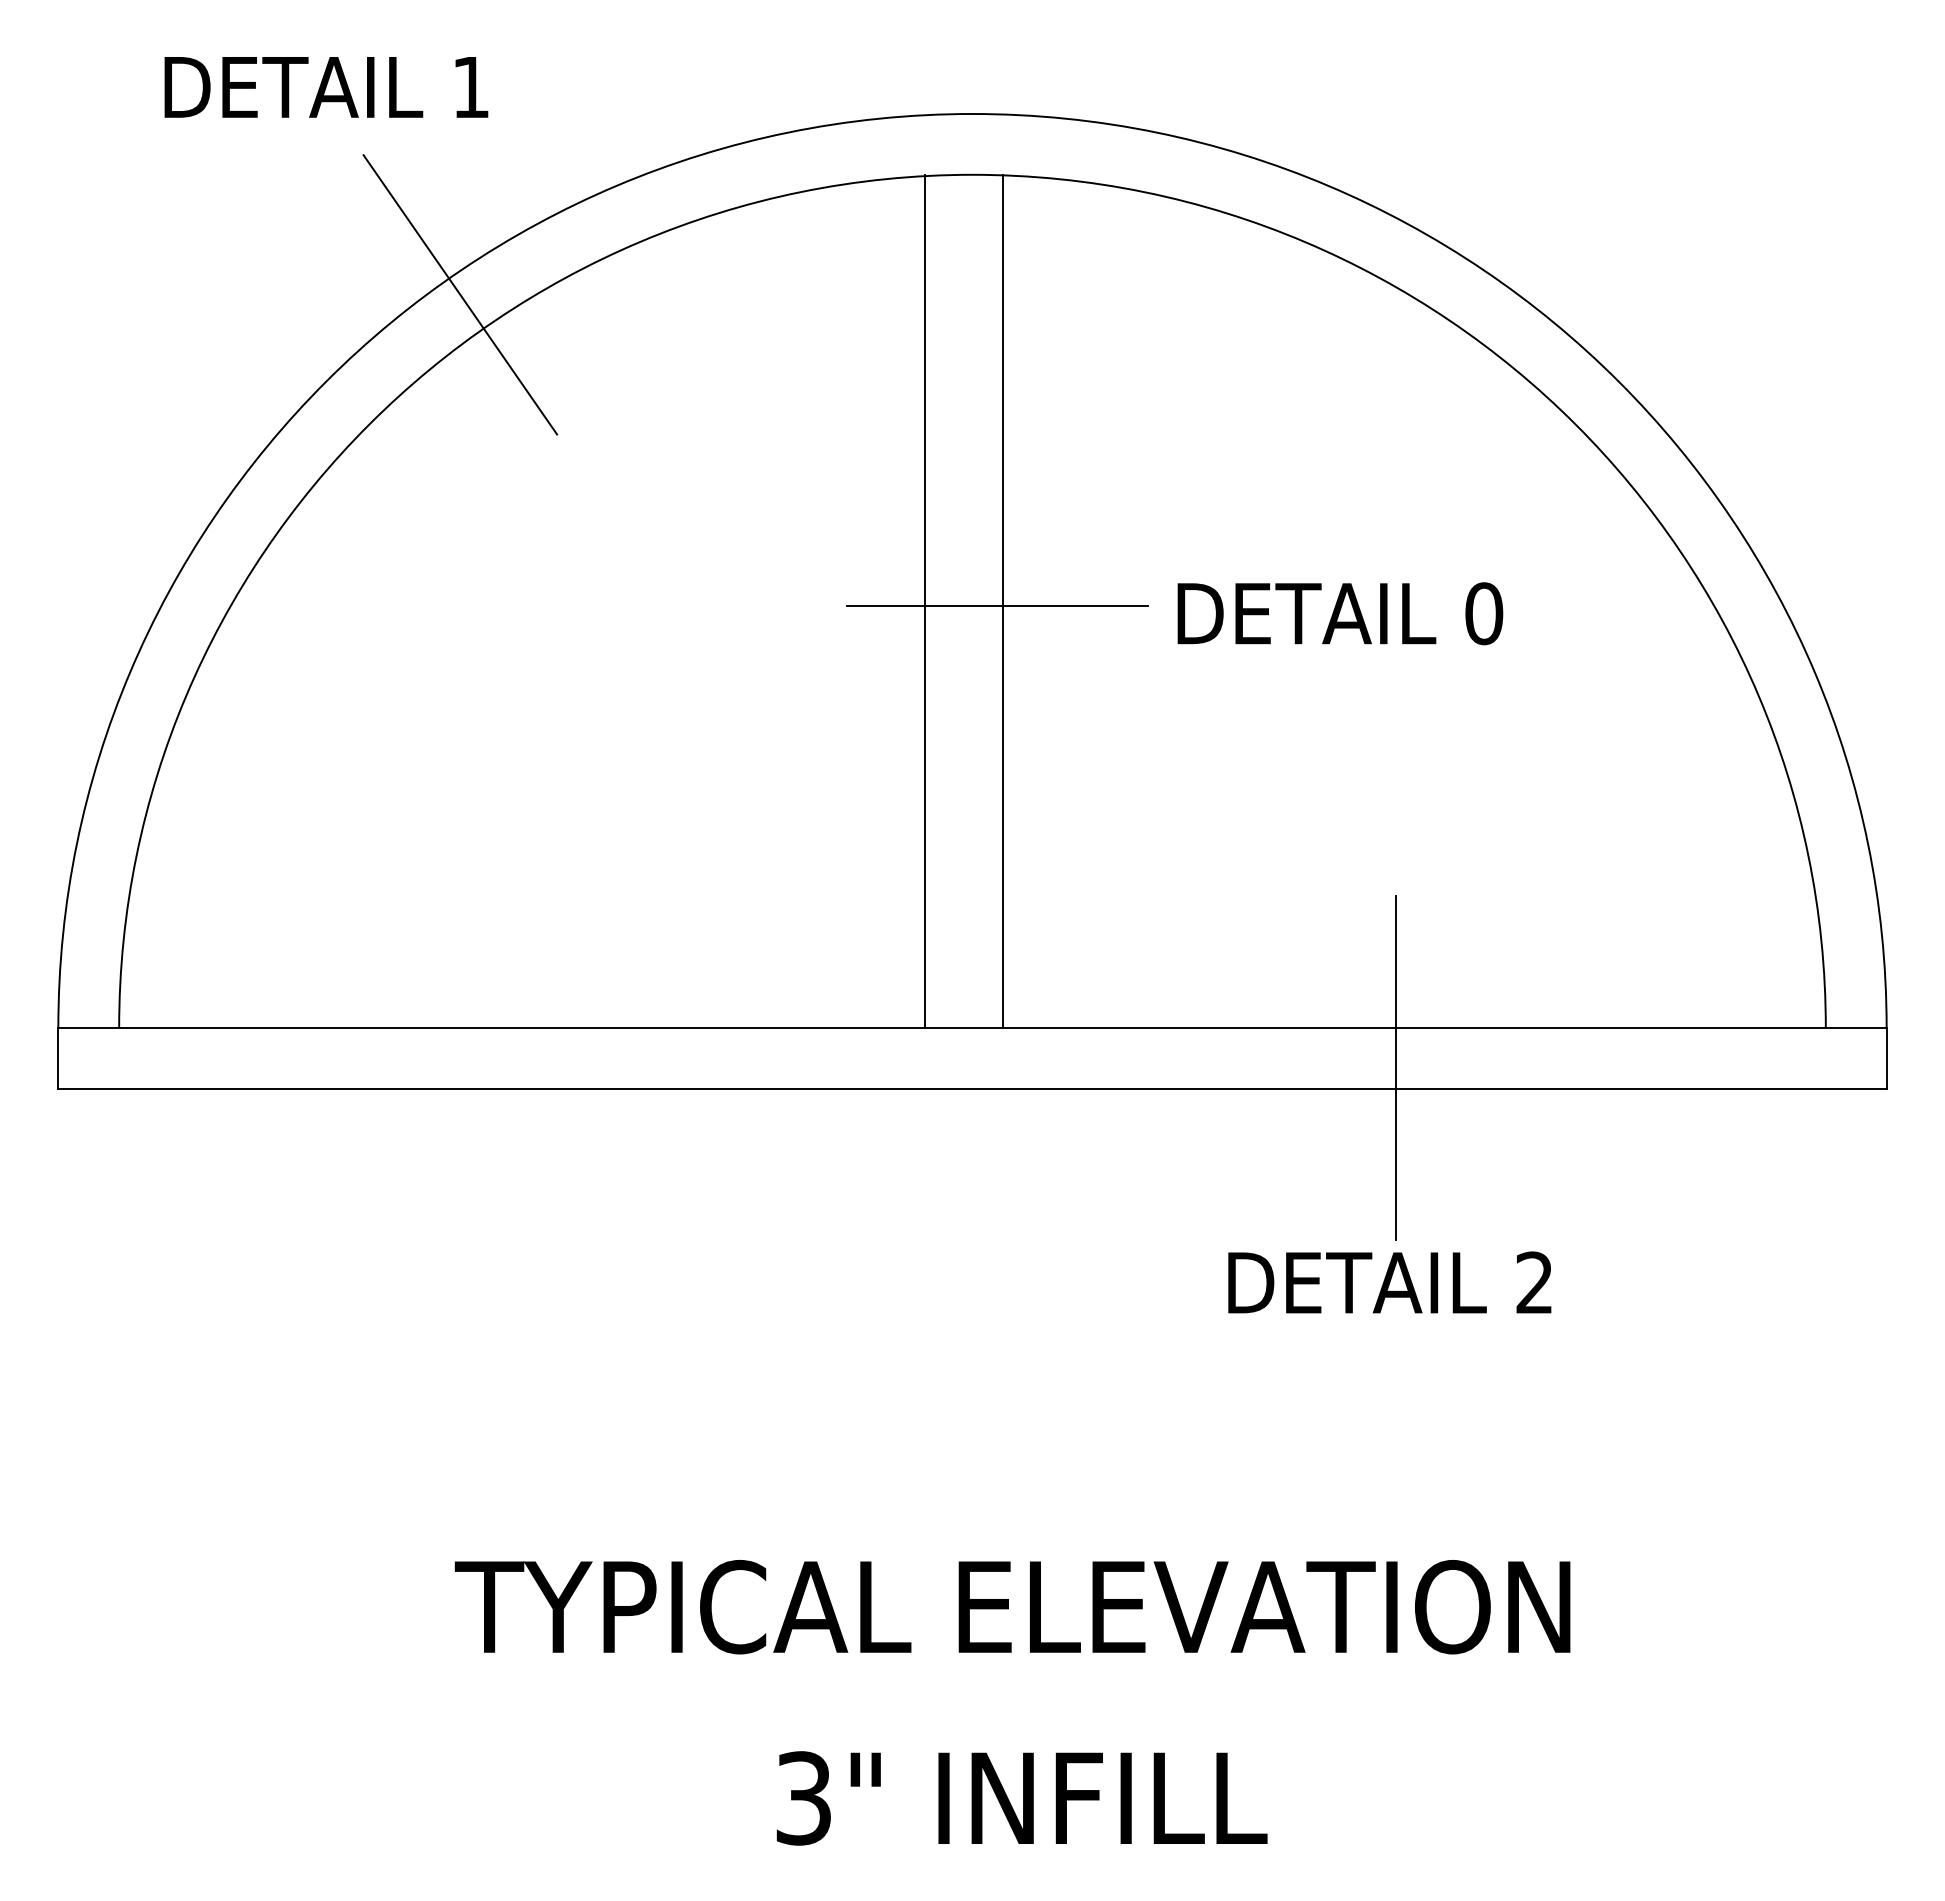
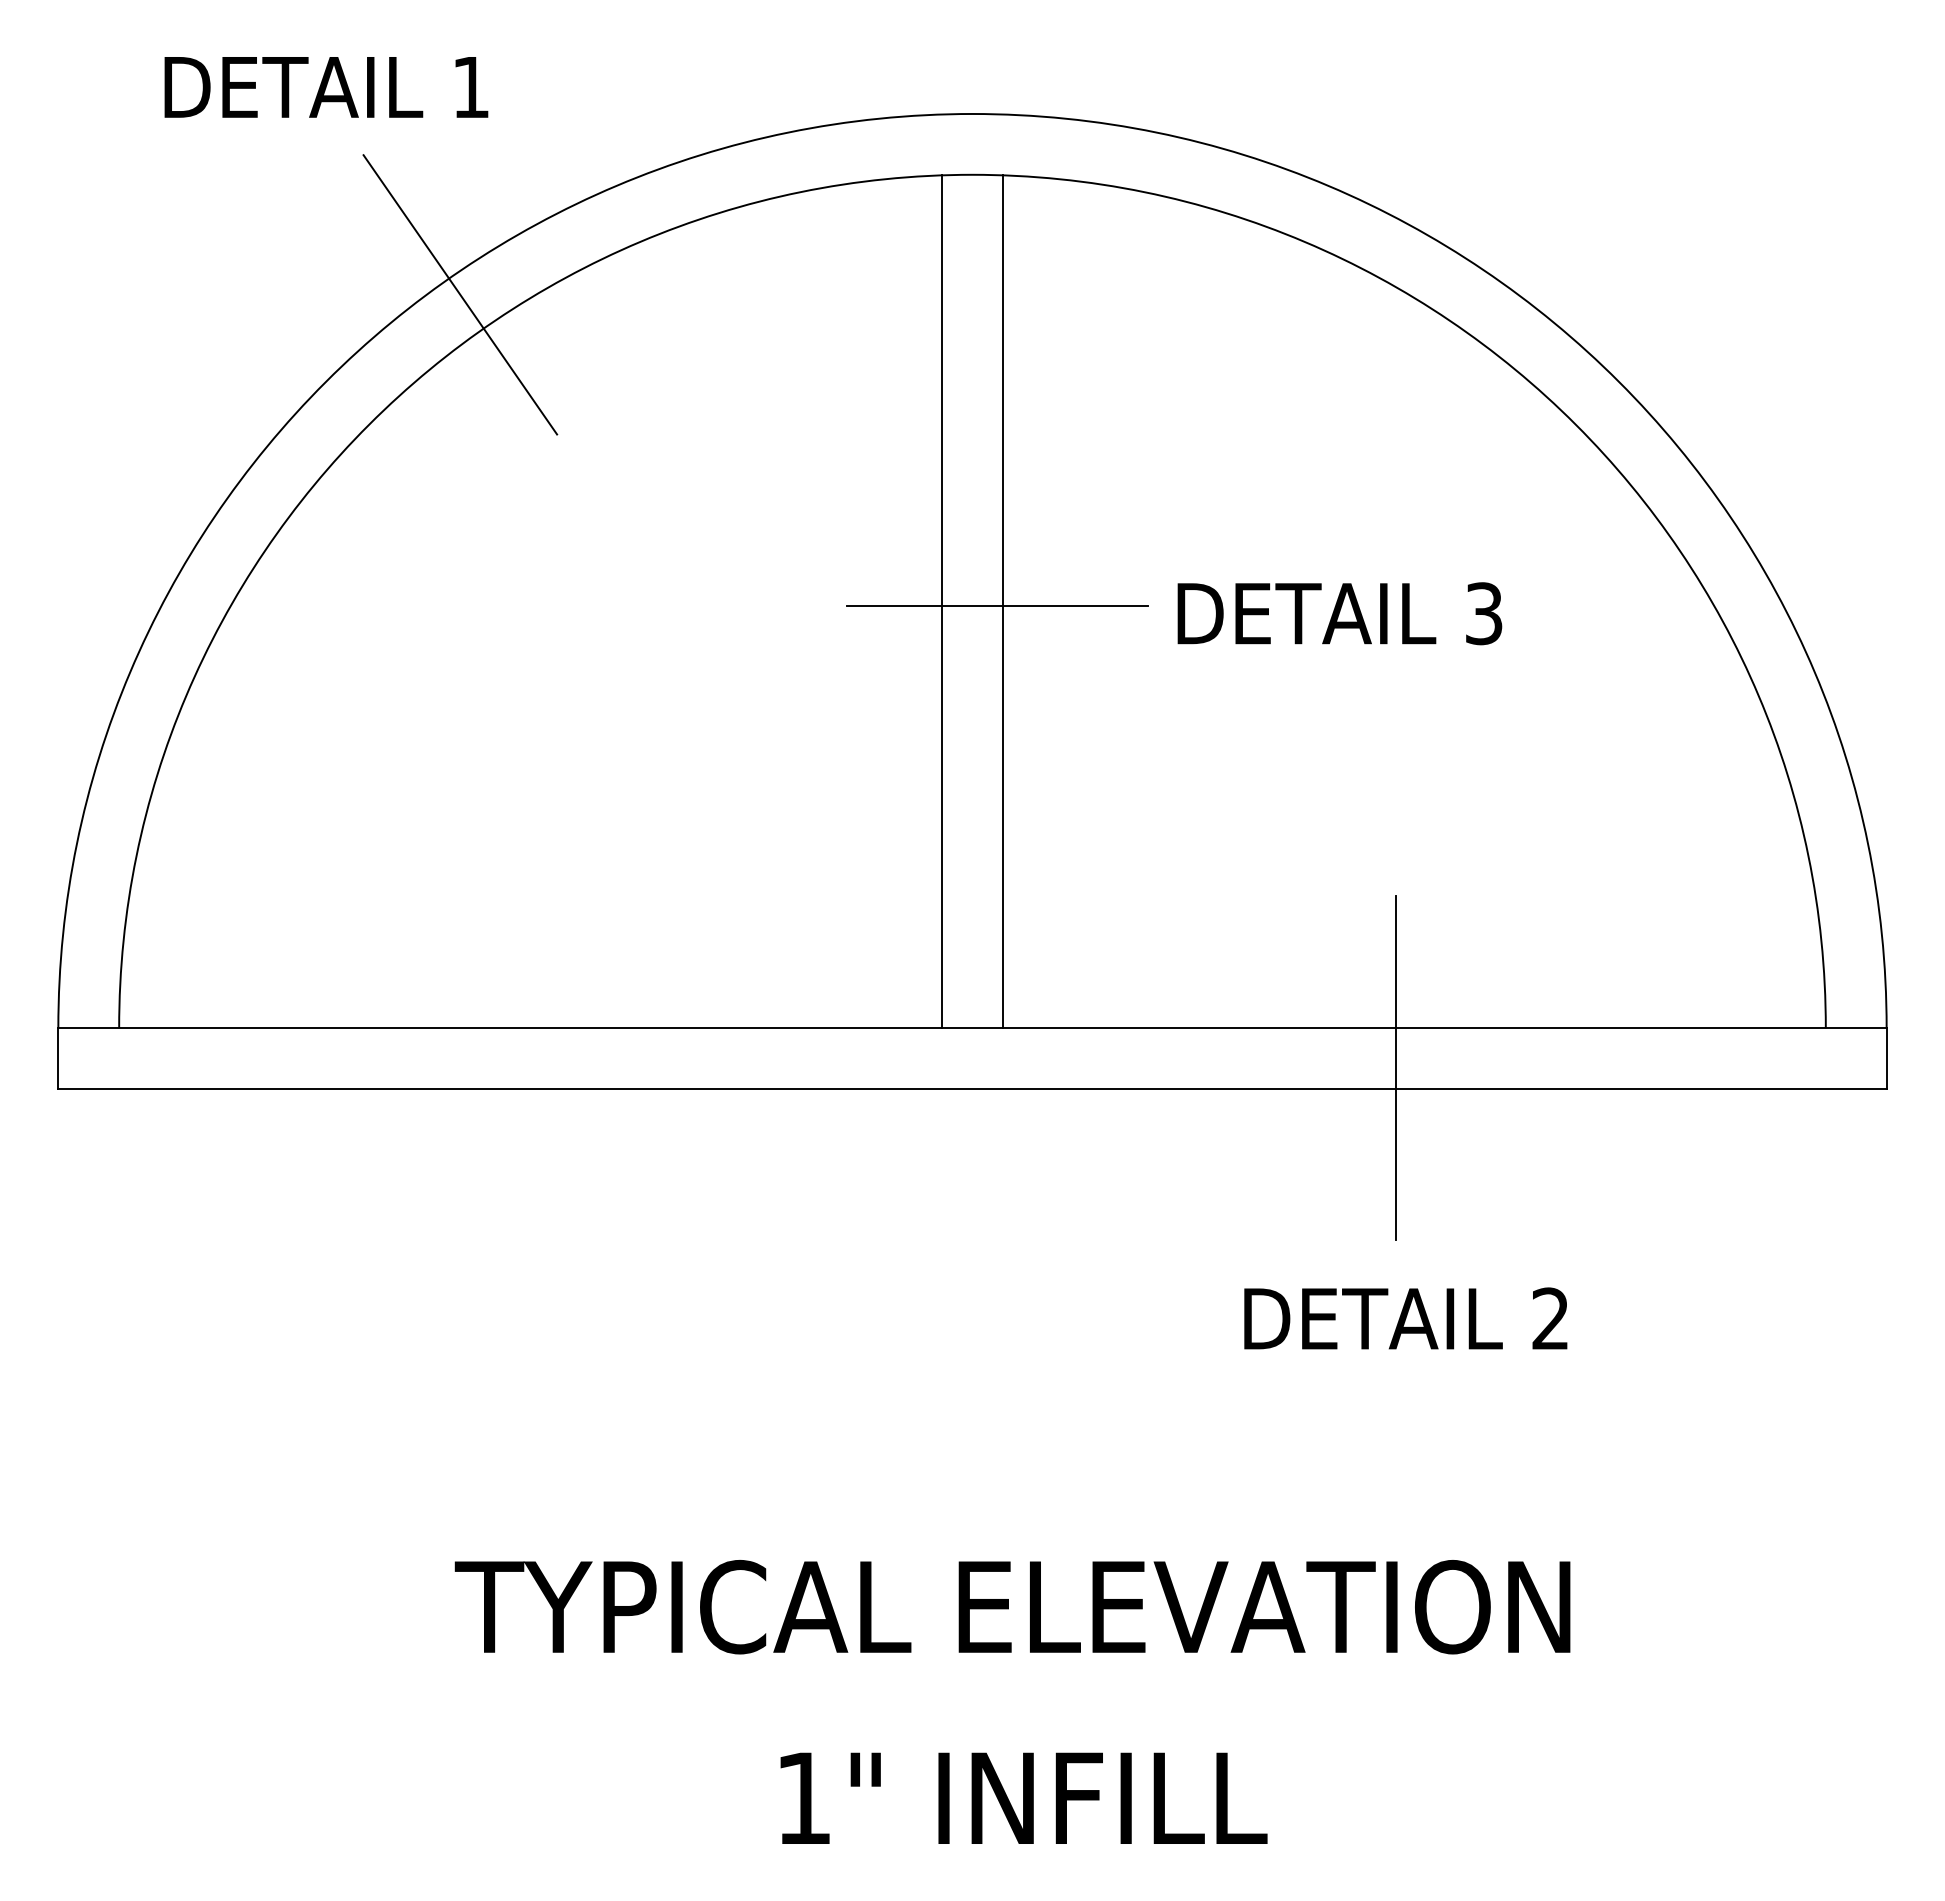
line at (925, 601) position: (925, 601) -> (942, 601)
text at (1484, 613): 0 -> 3
text at (1389, 1282) position: (1389, 1282) -> (1405, 1318)
text at (803, 1798): 3" -> 1"
